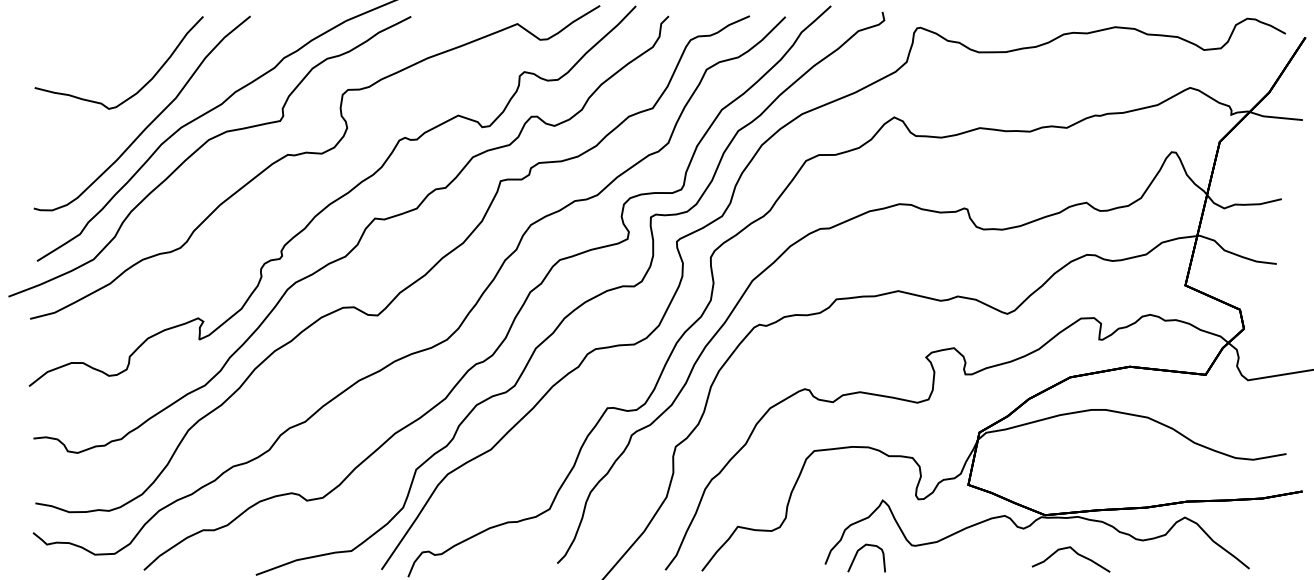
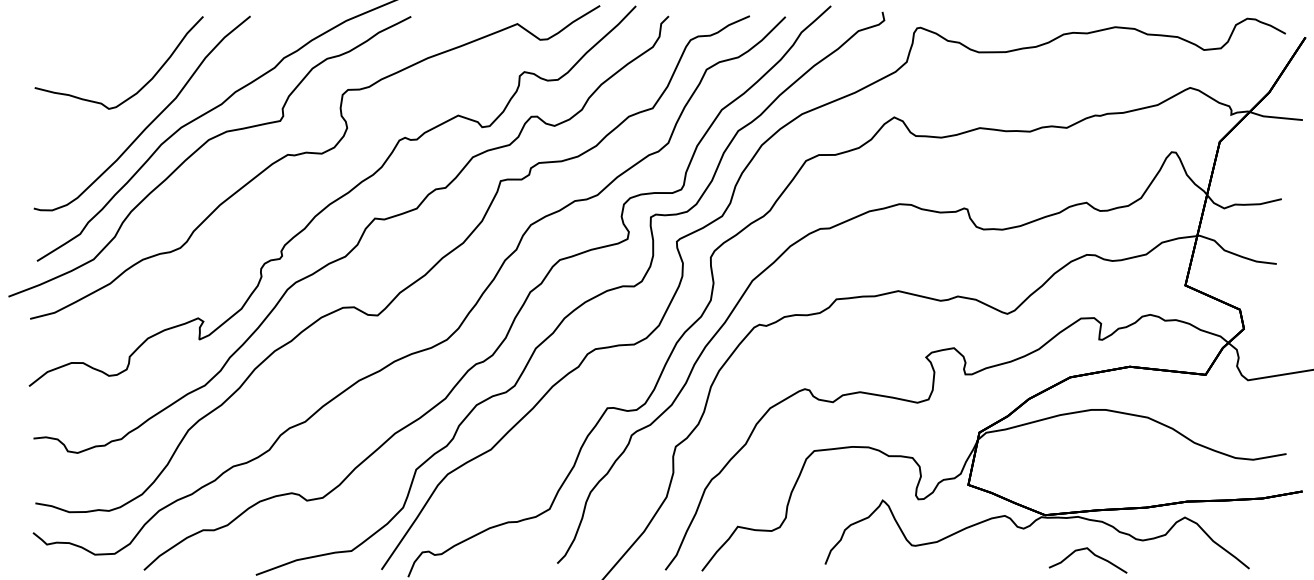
curve at (861, 549): present -> none
curve at (1075, 553) position: (1075, 553) -> (1092, 554)
